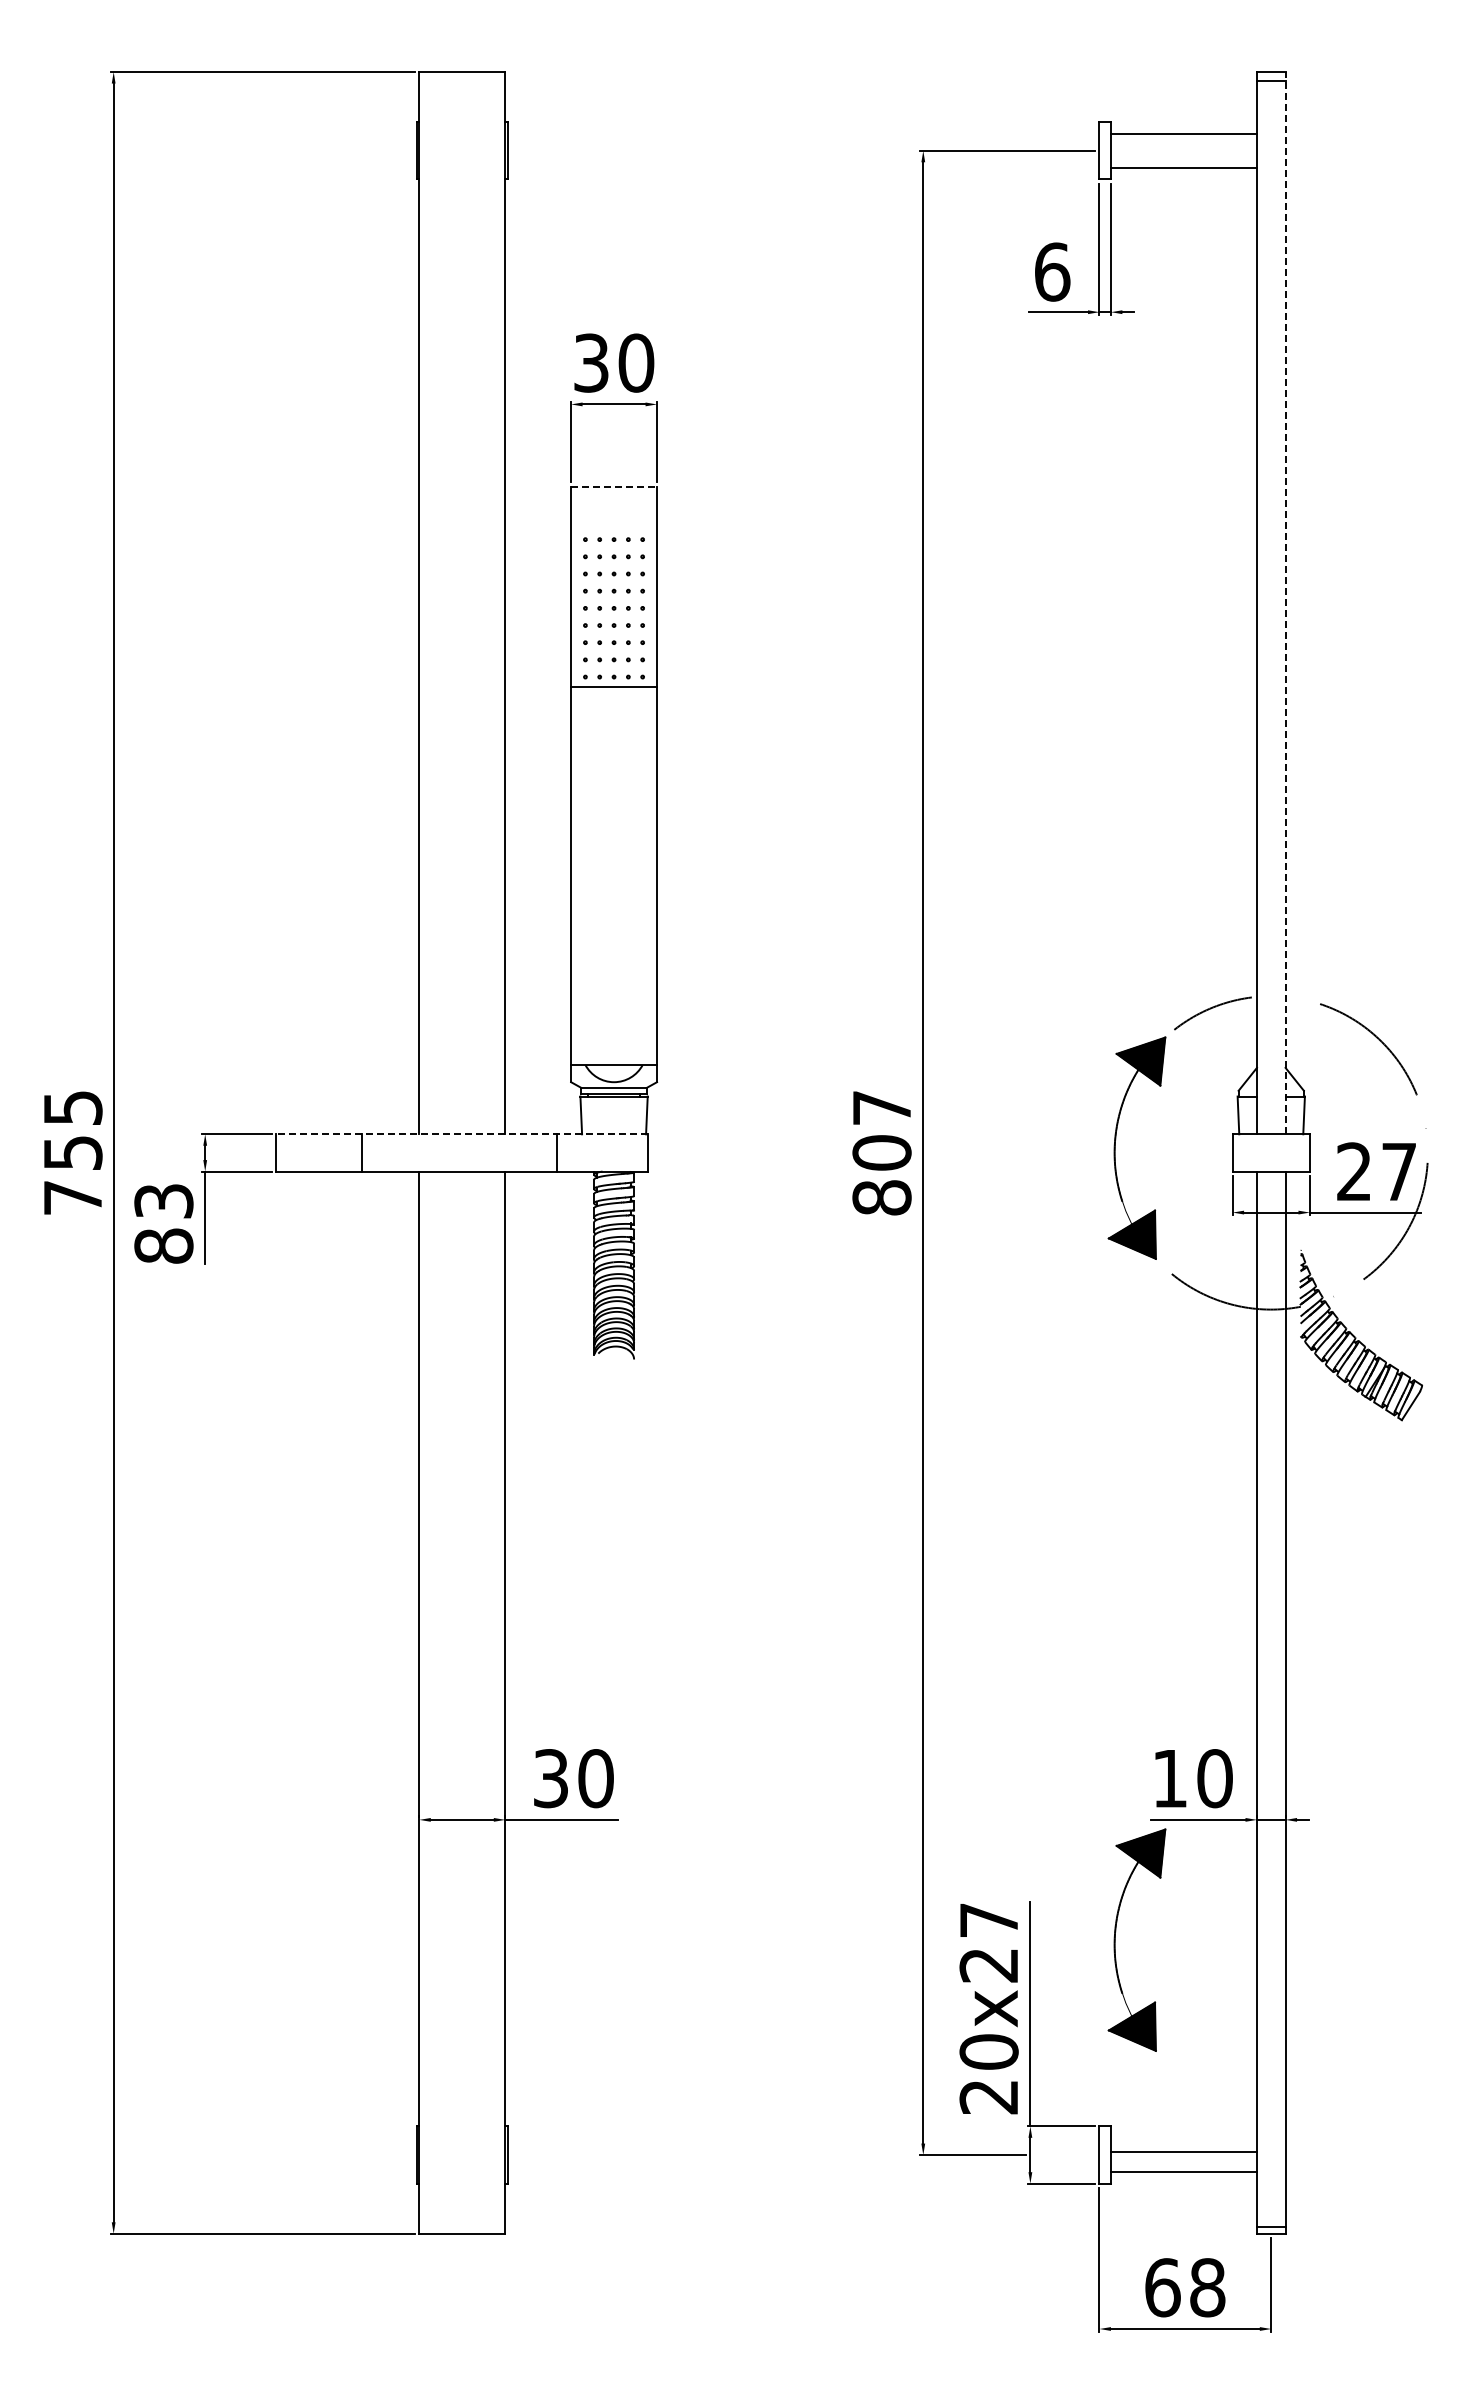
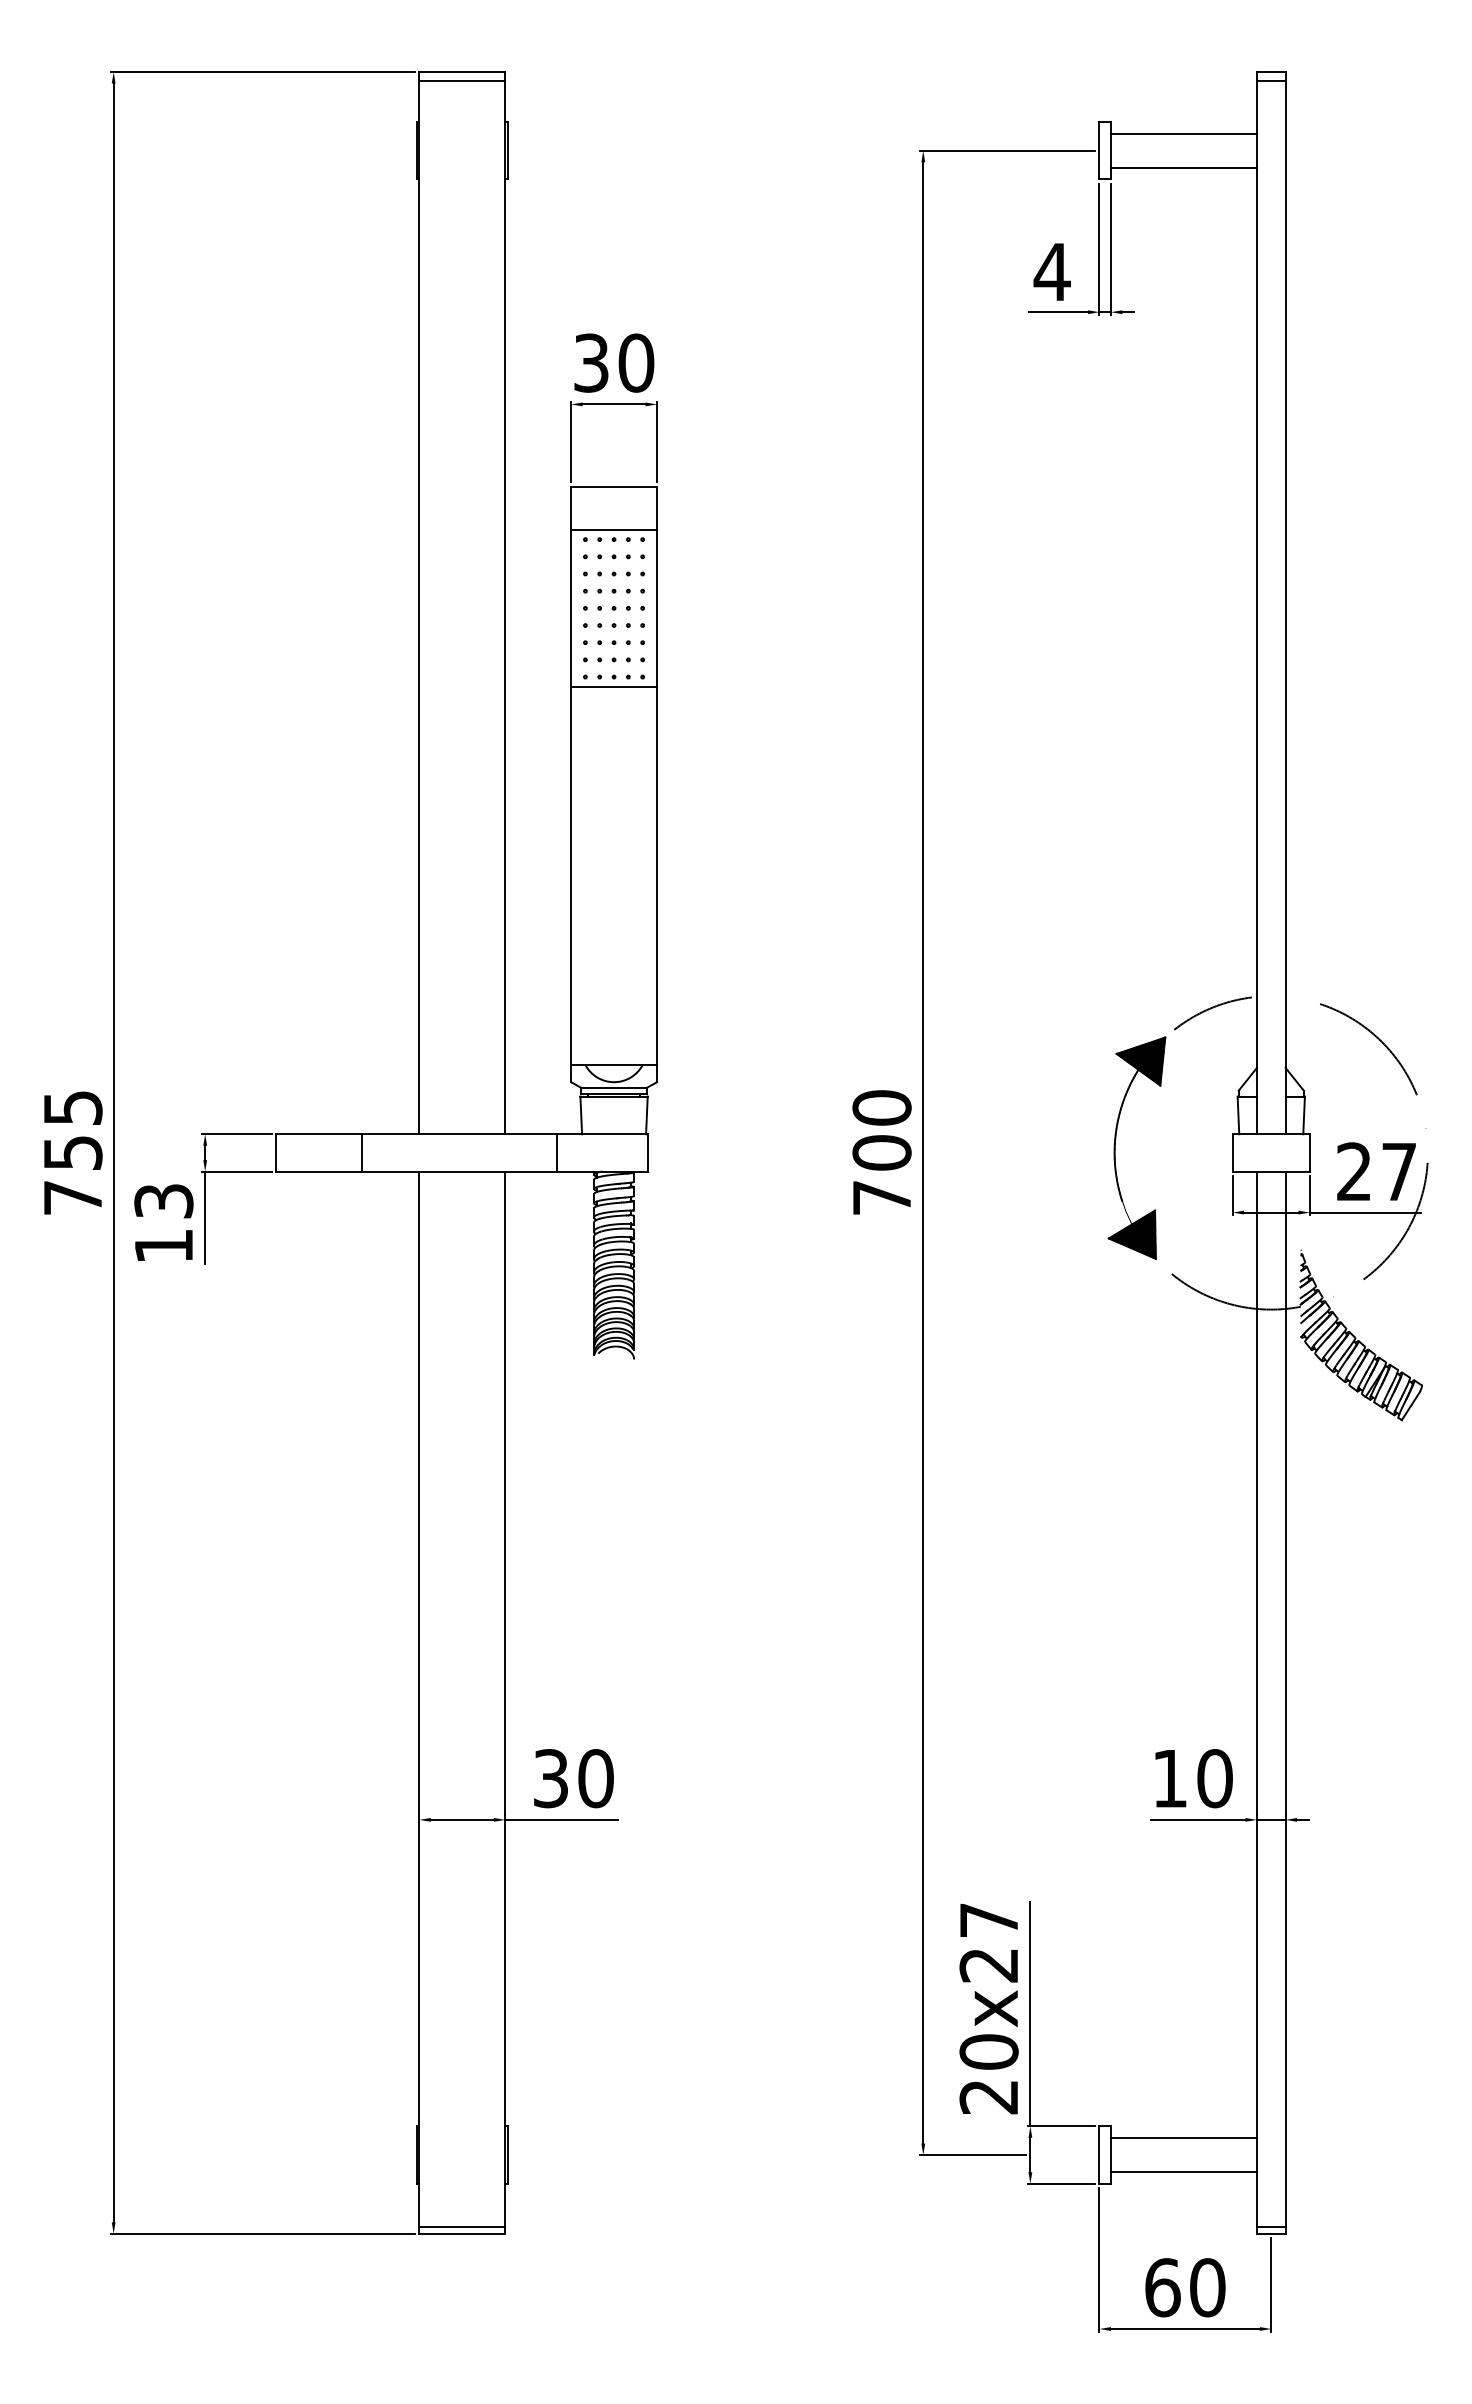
line at (462, 80): none -> present
text at (1051, 271): 6 -> 4
line at (614, 486): dashed -> solid
line at (614, 529): none -> present
line at (1285, 602): dashed -> solid
line at (461, 1134): dashed -> solid
text at (881, 1152): 807 -> 700
text at (163, 1245): 83 -> 13
part at (1115, 1939): present -> none
line at (1183, 2151) position: (1183, 2151) -> (1183, 2137)
line at (462, 2226): none -> present
text at (1207, 2287): 68 -> 60
